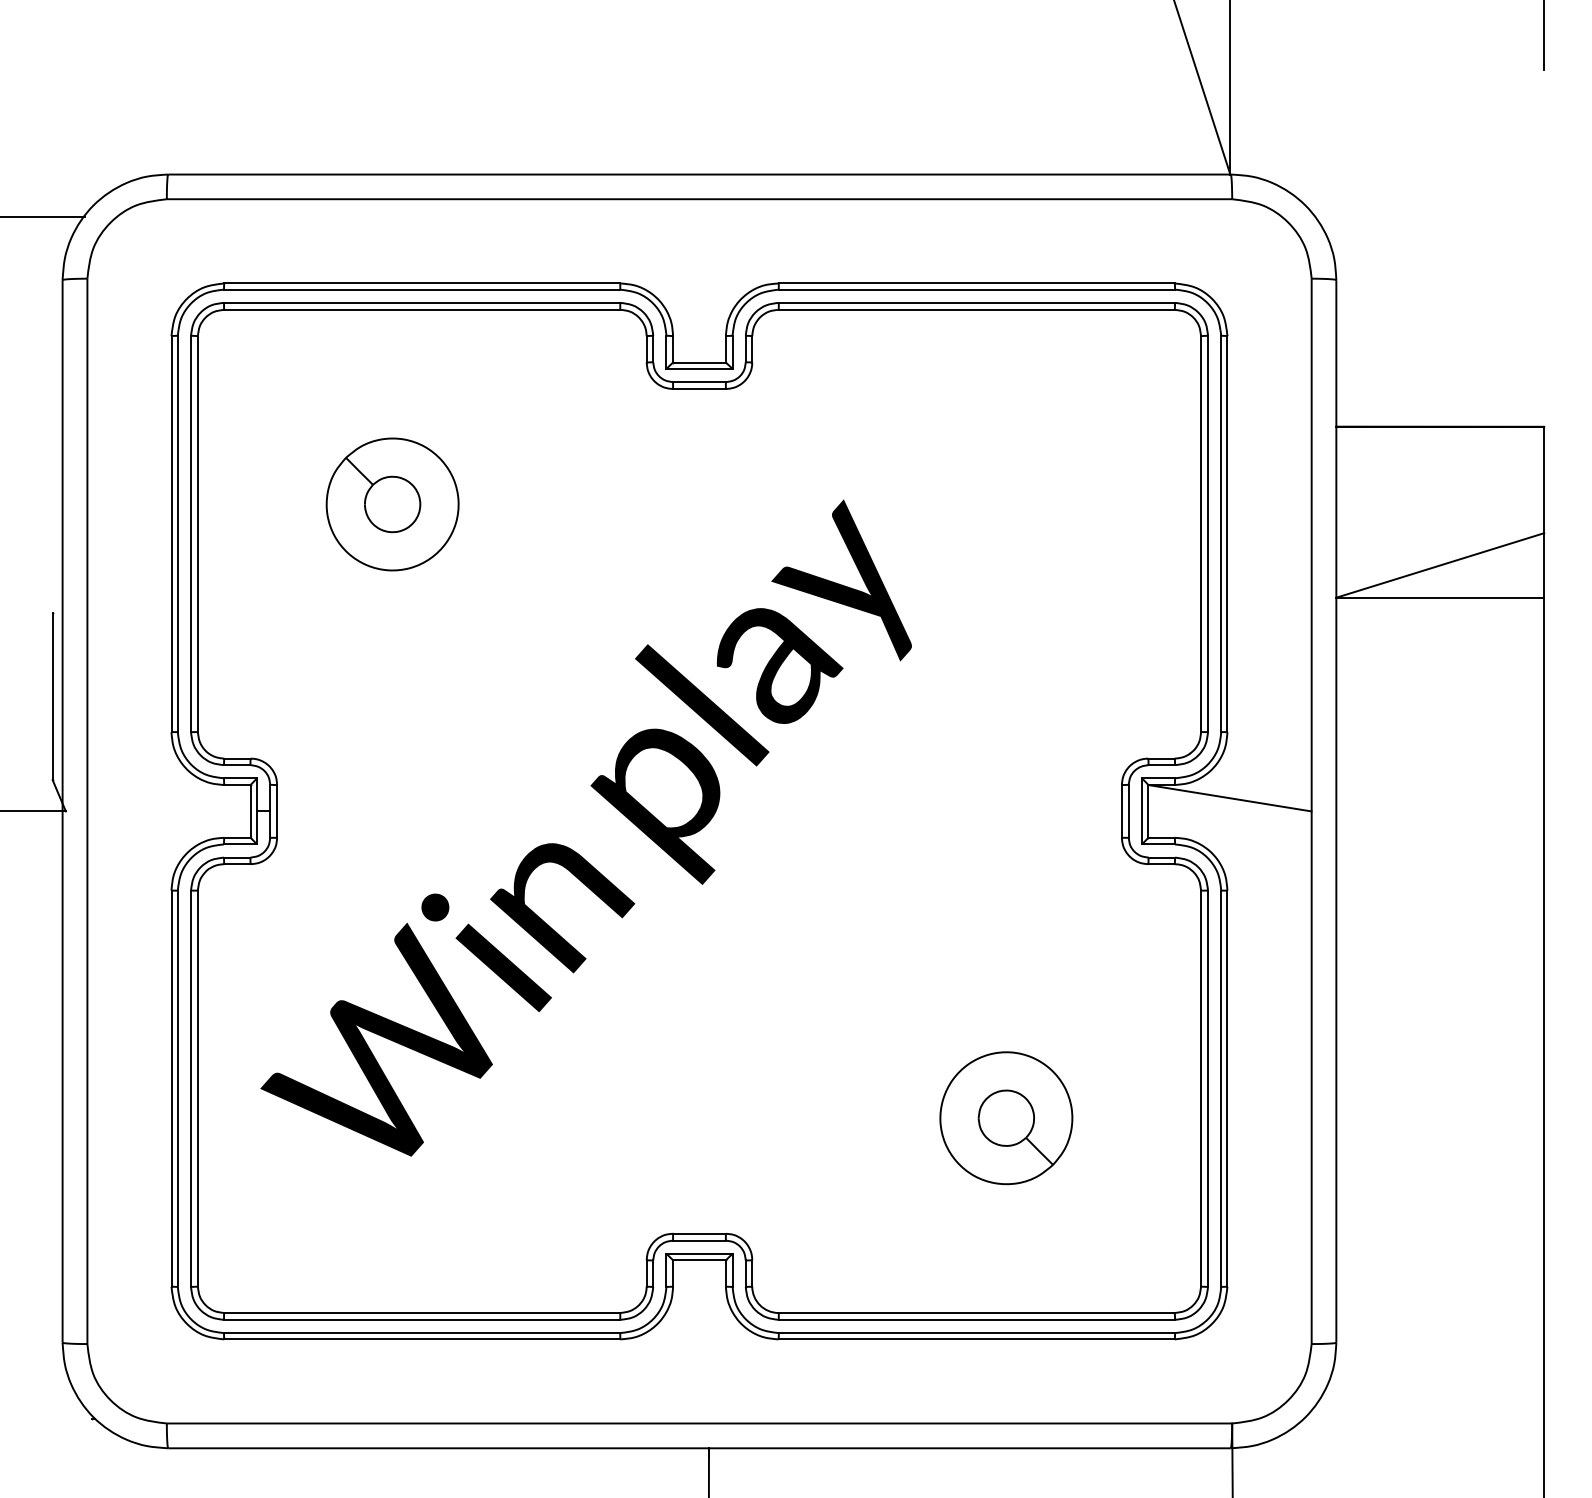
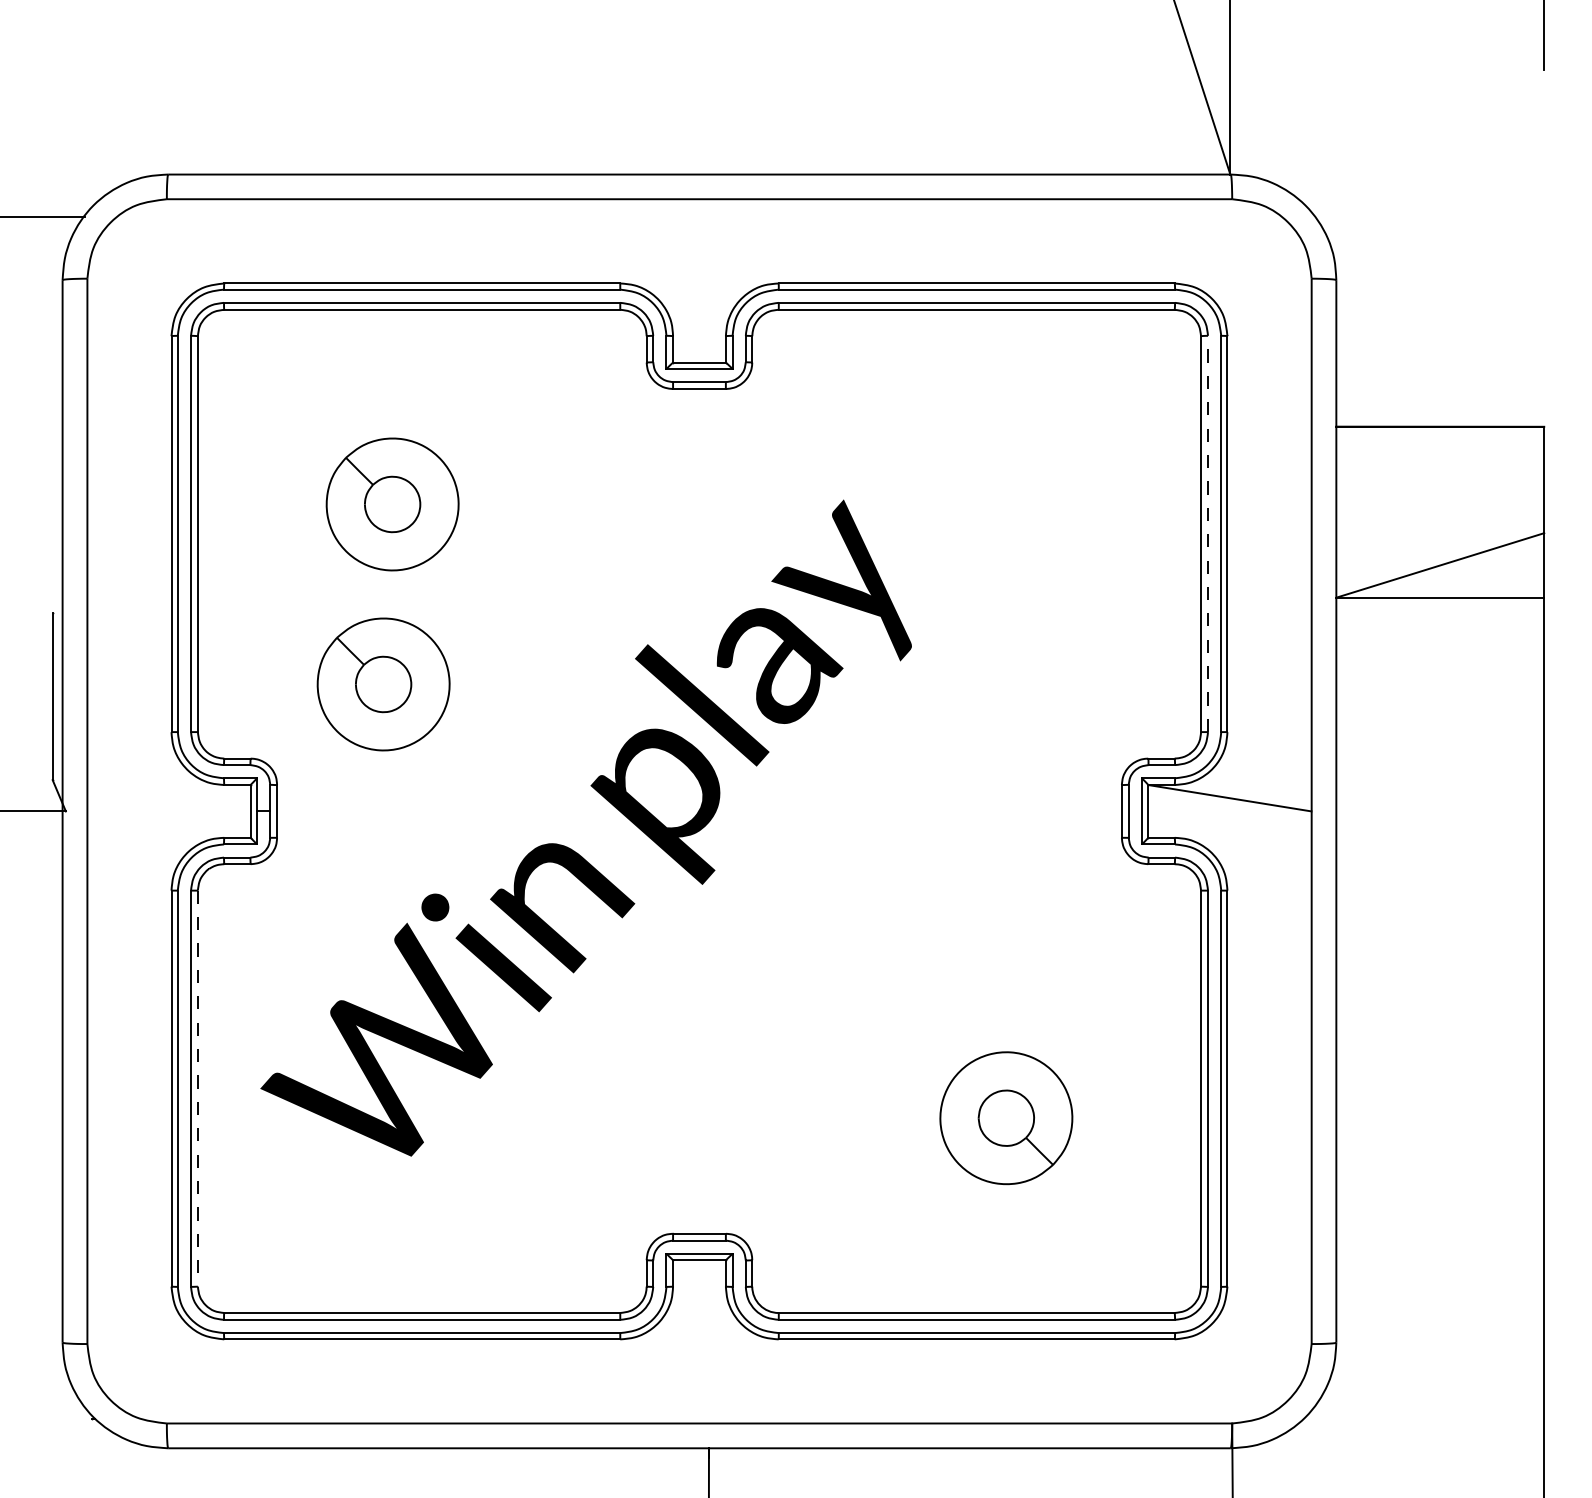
line at (1208, 533): solid -> dashed
part at (383, 684): none -> present
line at (197, 1088): solid -> dashed
